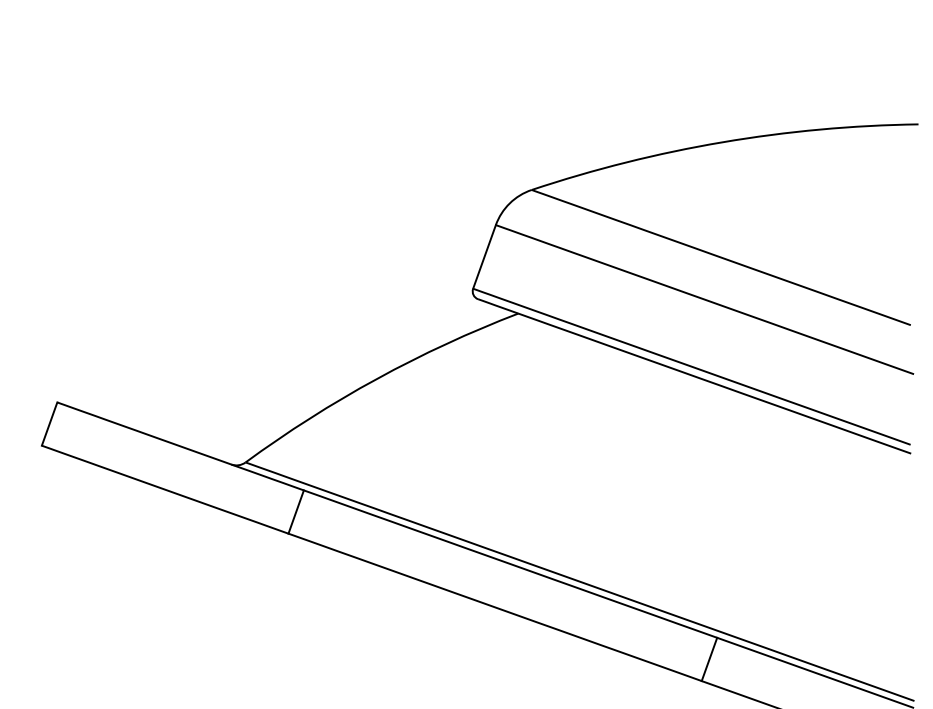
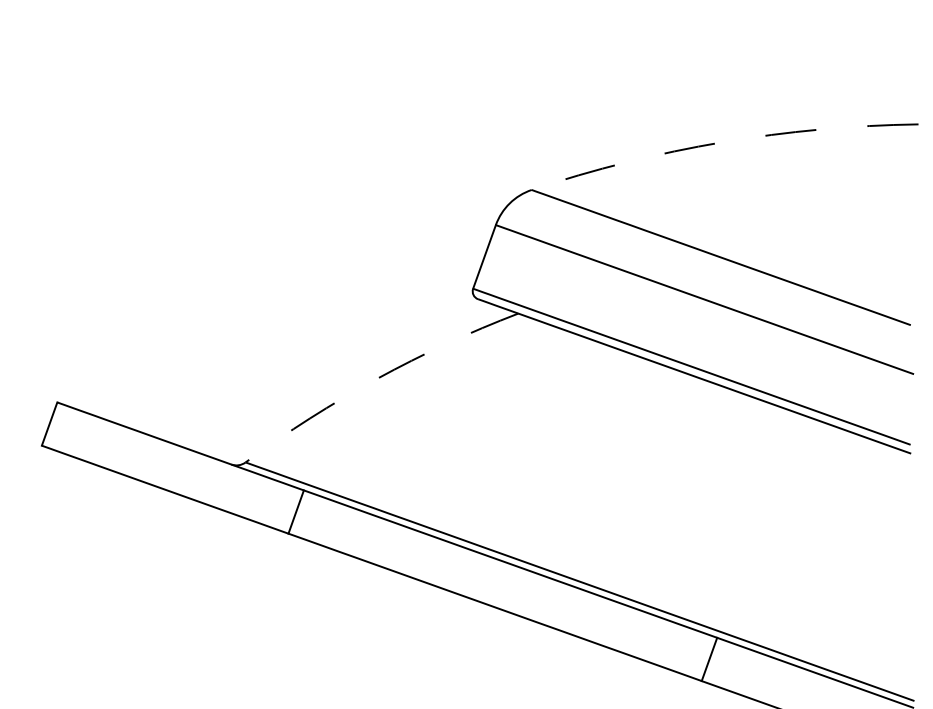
arc at (722, 142): solid -> dashed
arc at (377, 378): solid -> dashed
